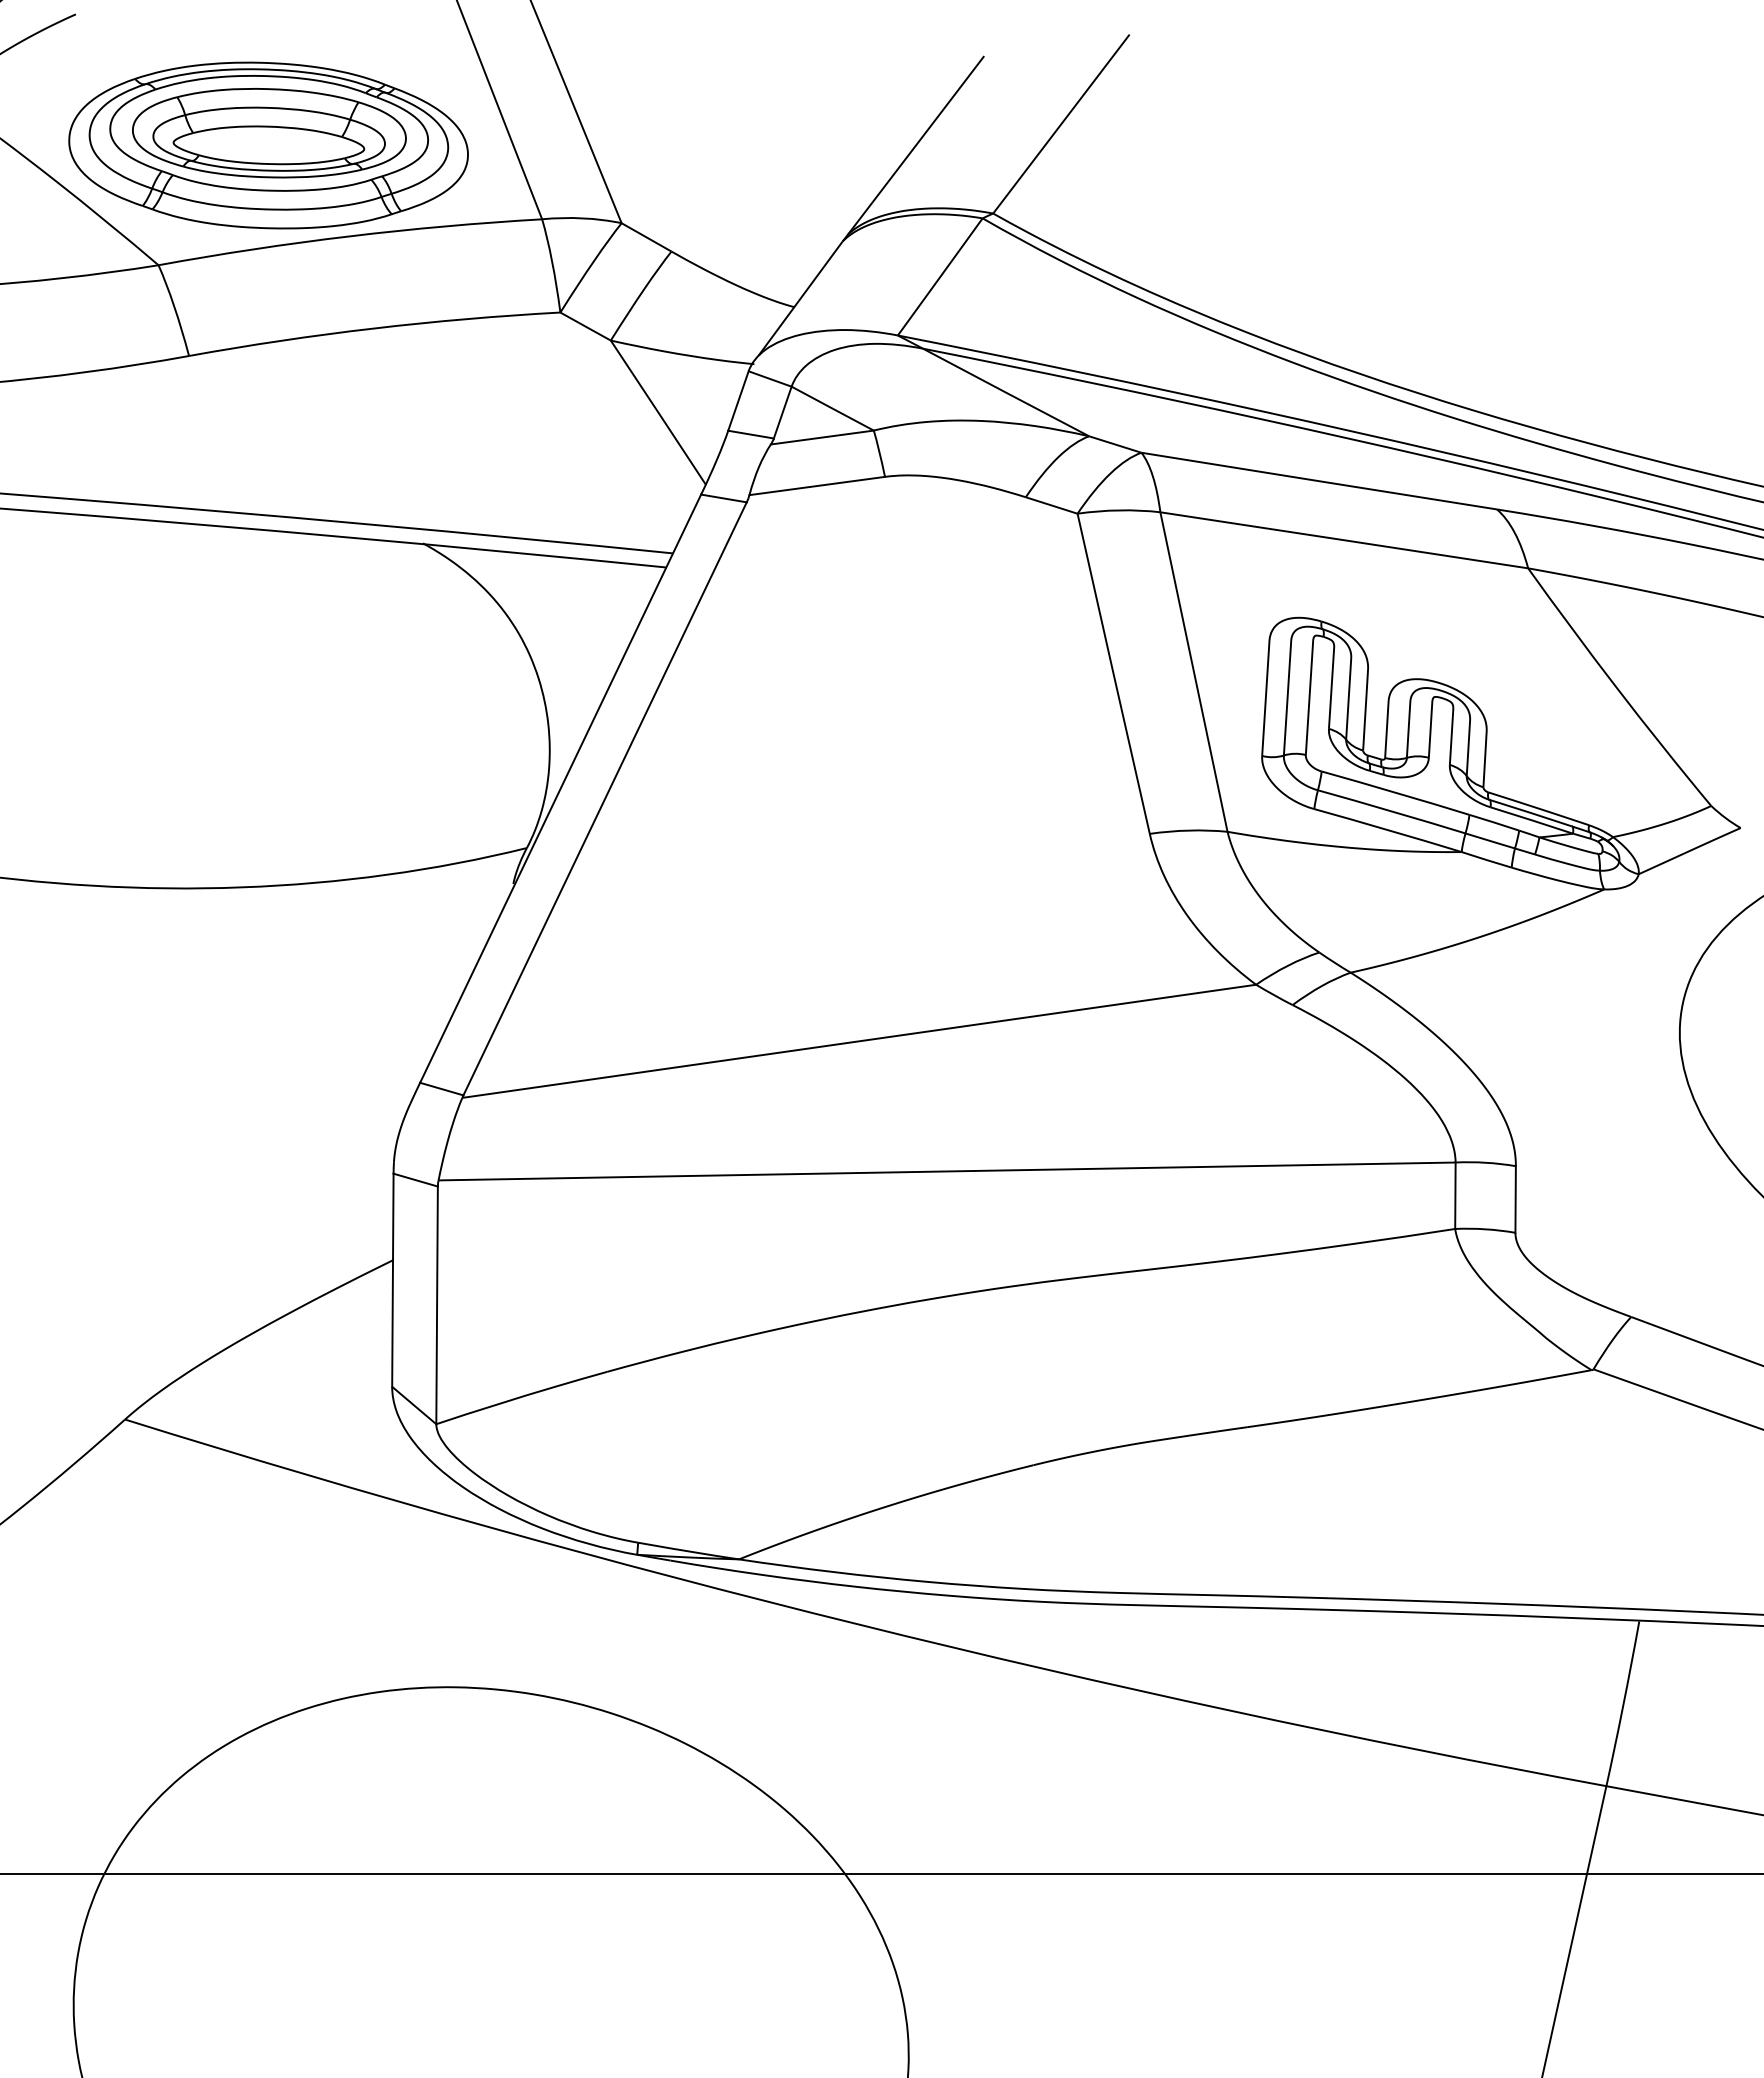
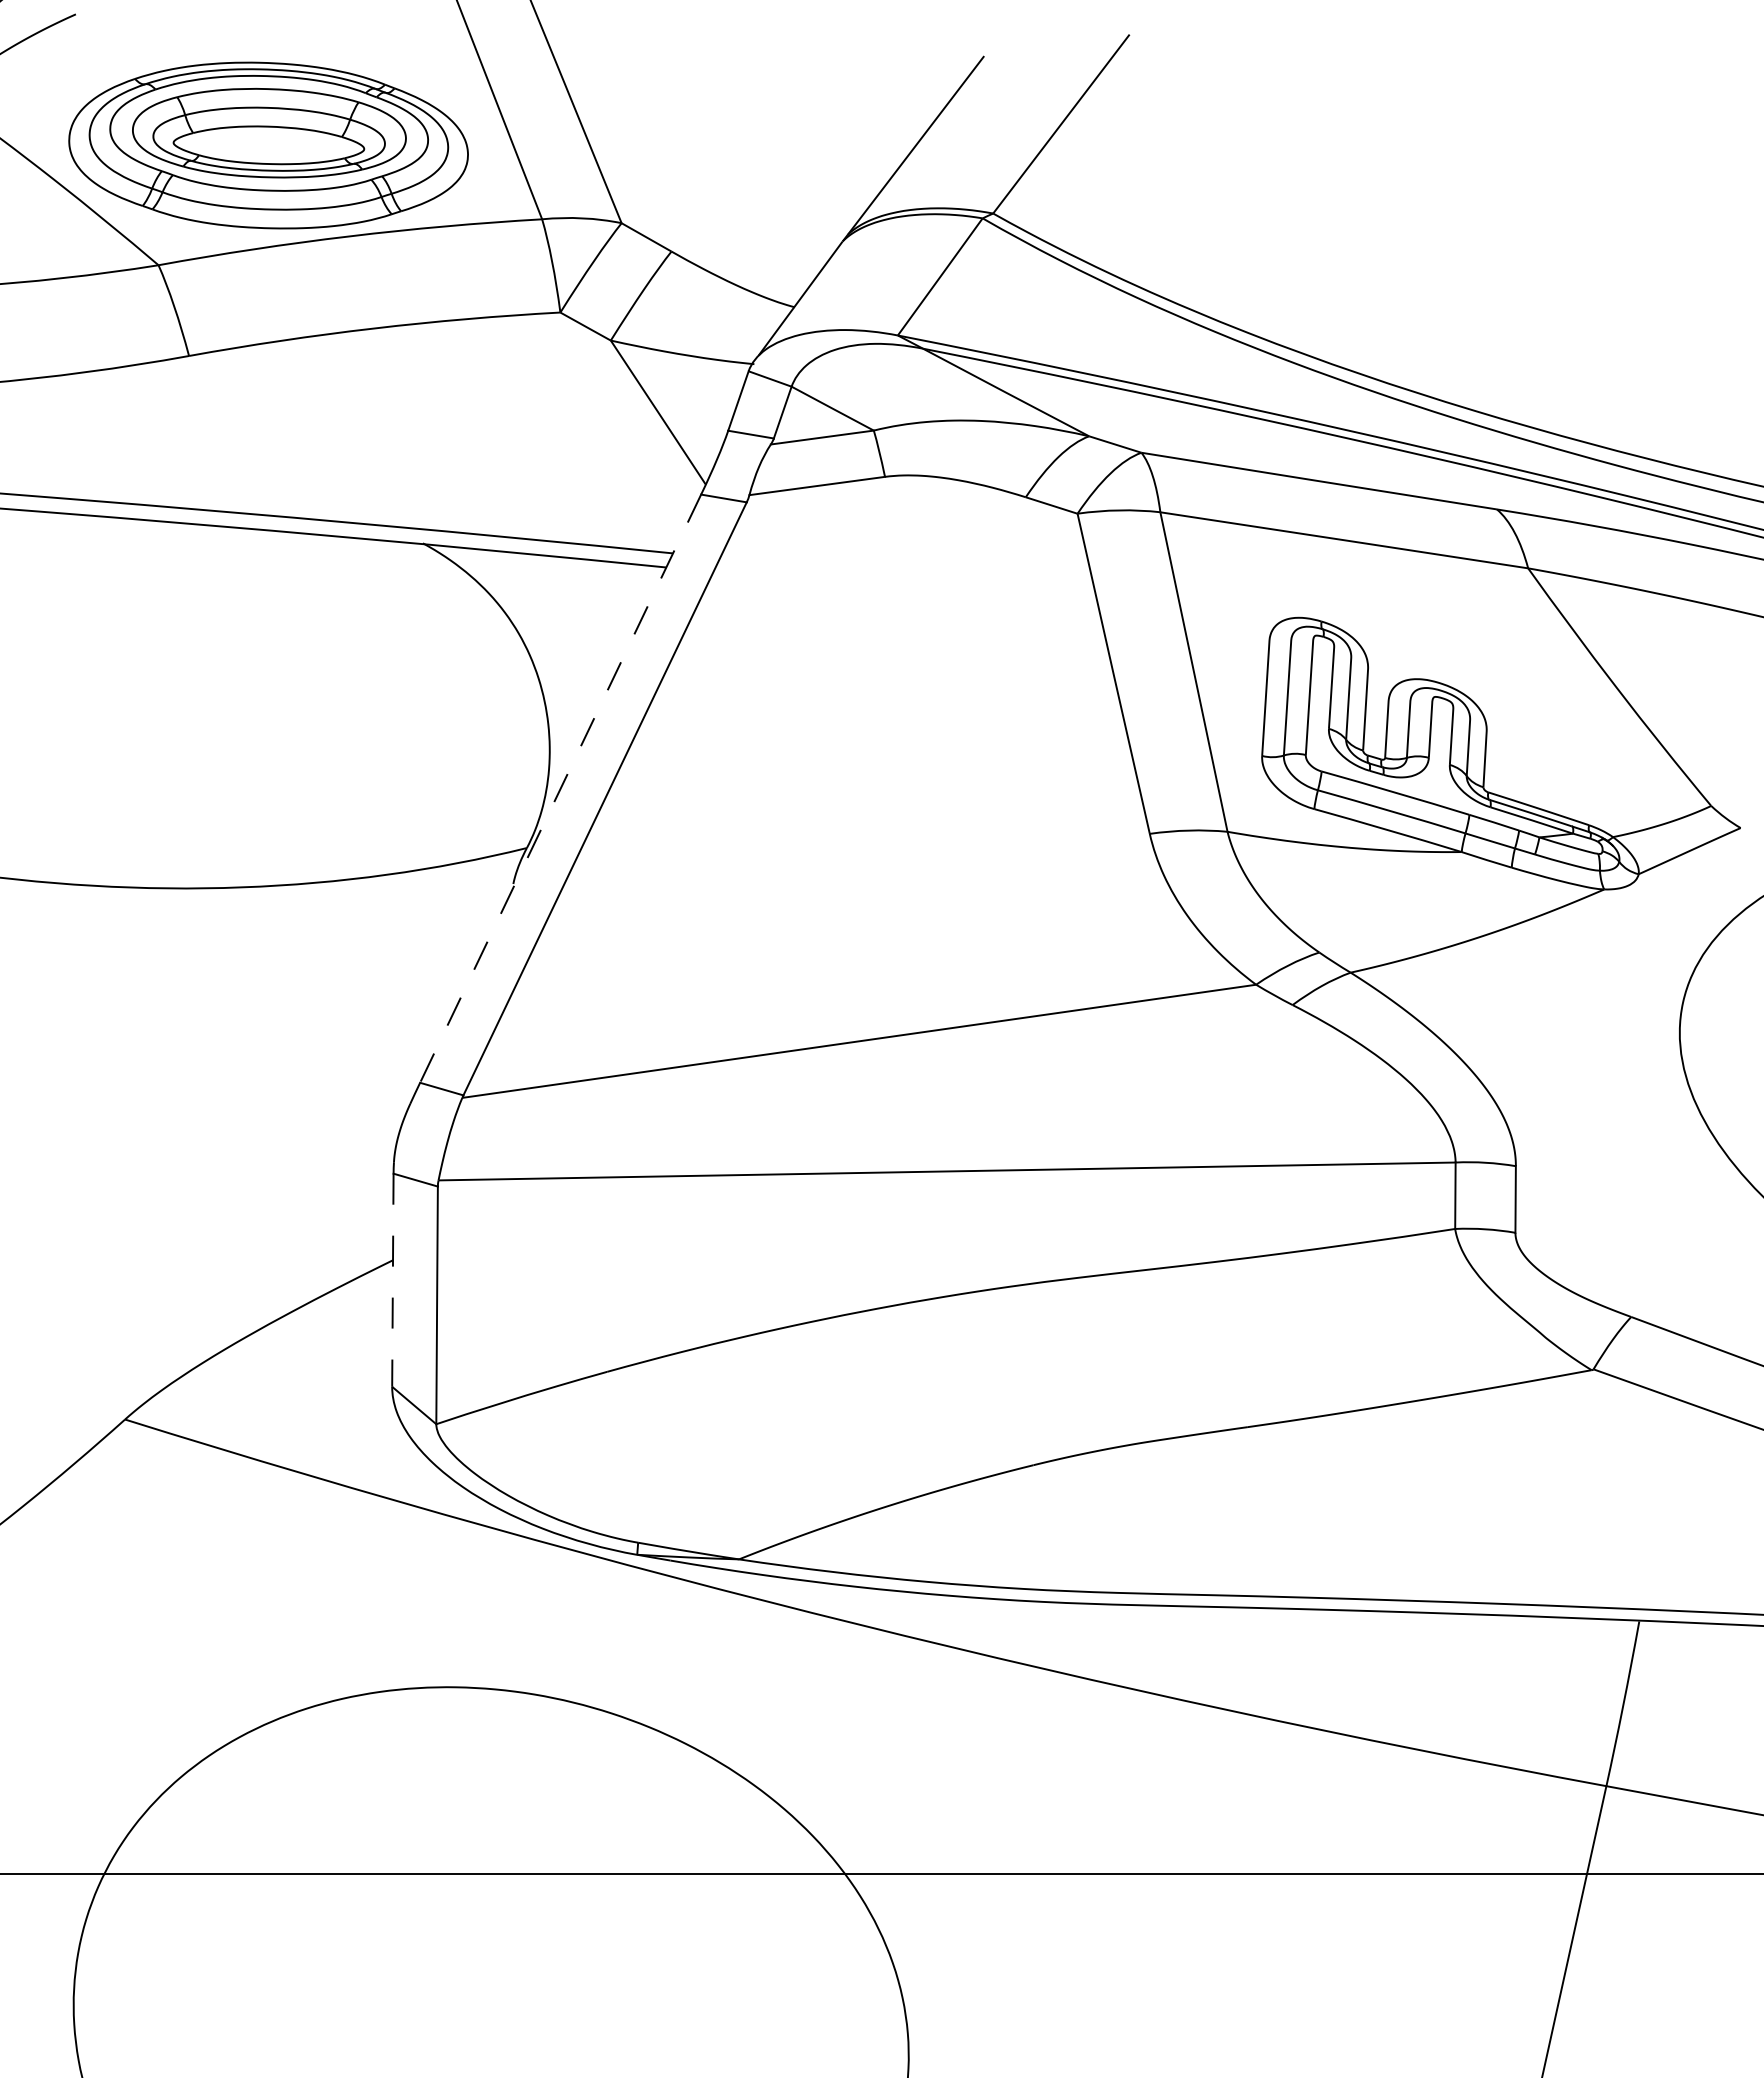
line at (560, 788): solid -> dashed
line at (392, 1280): solid -> dashed
